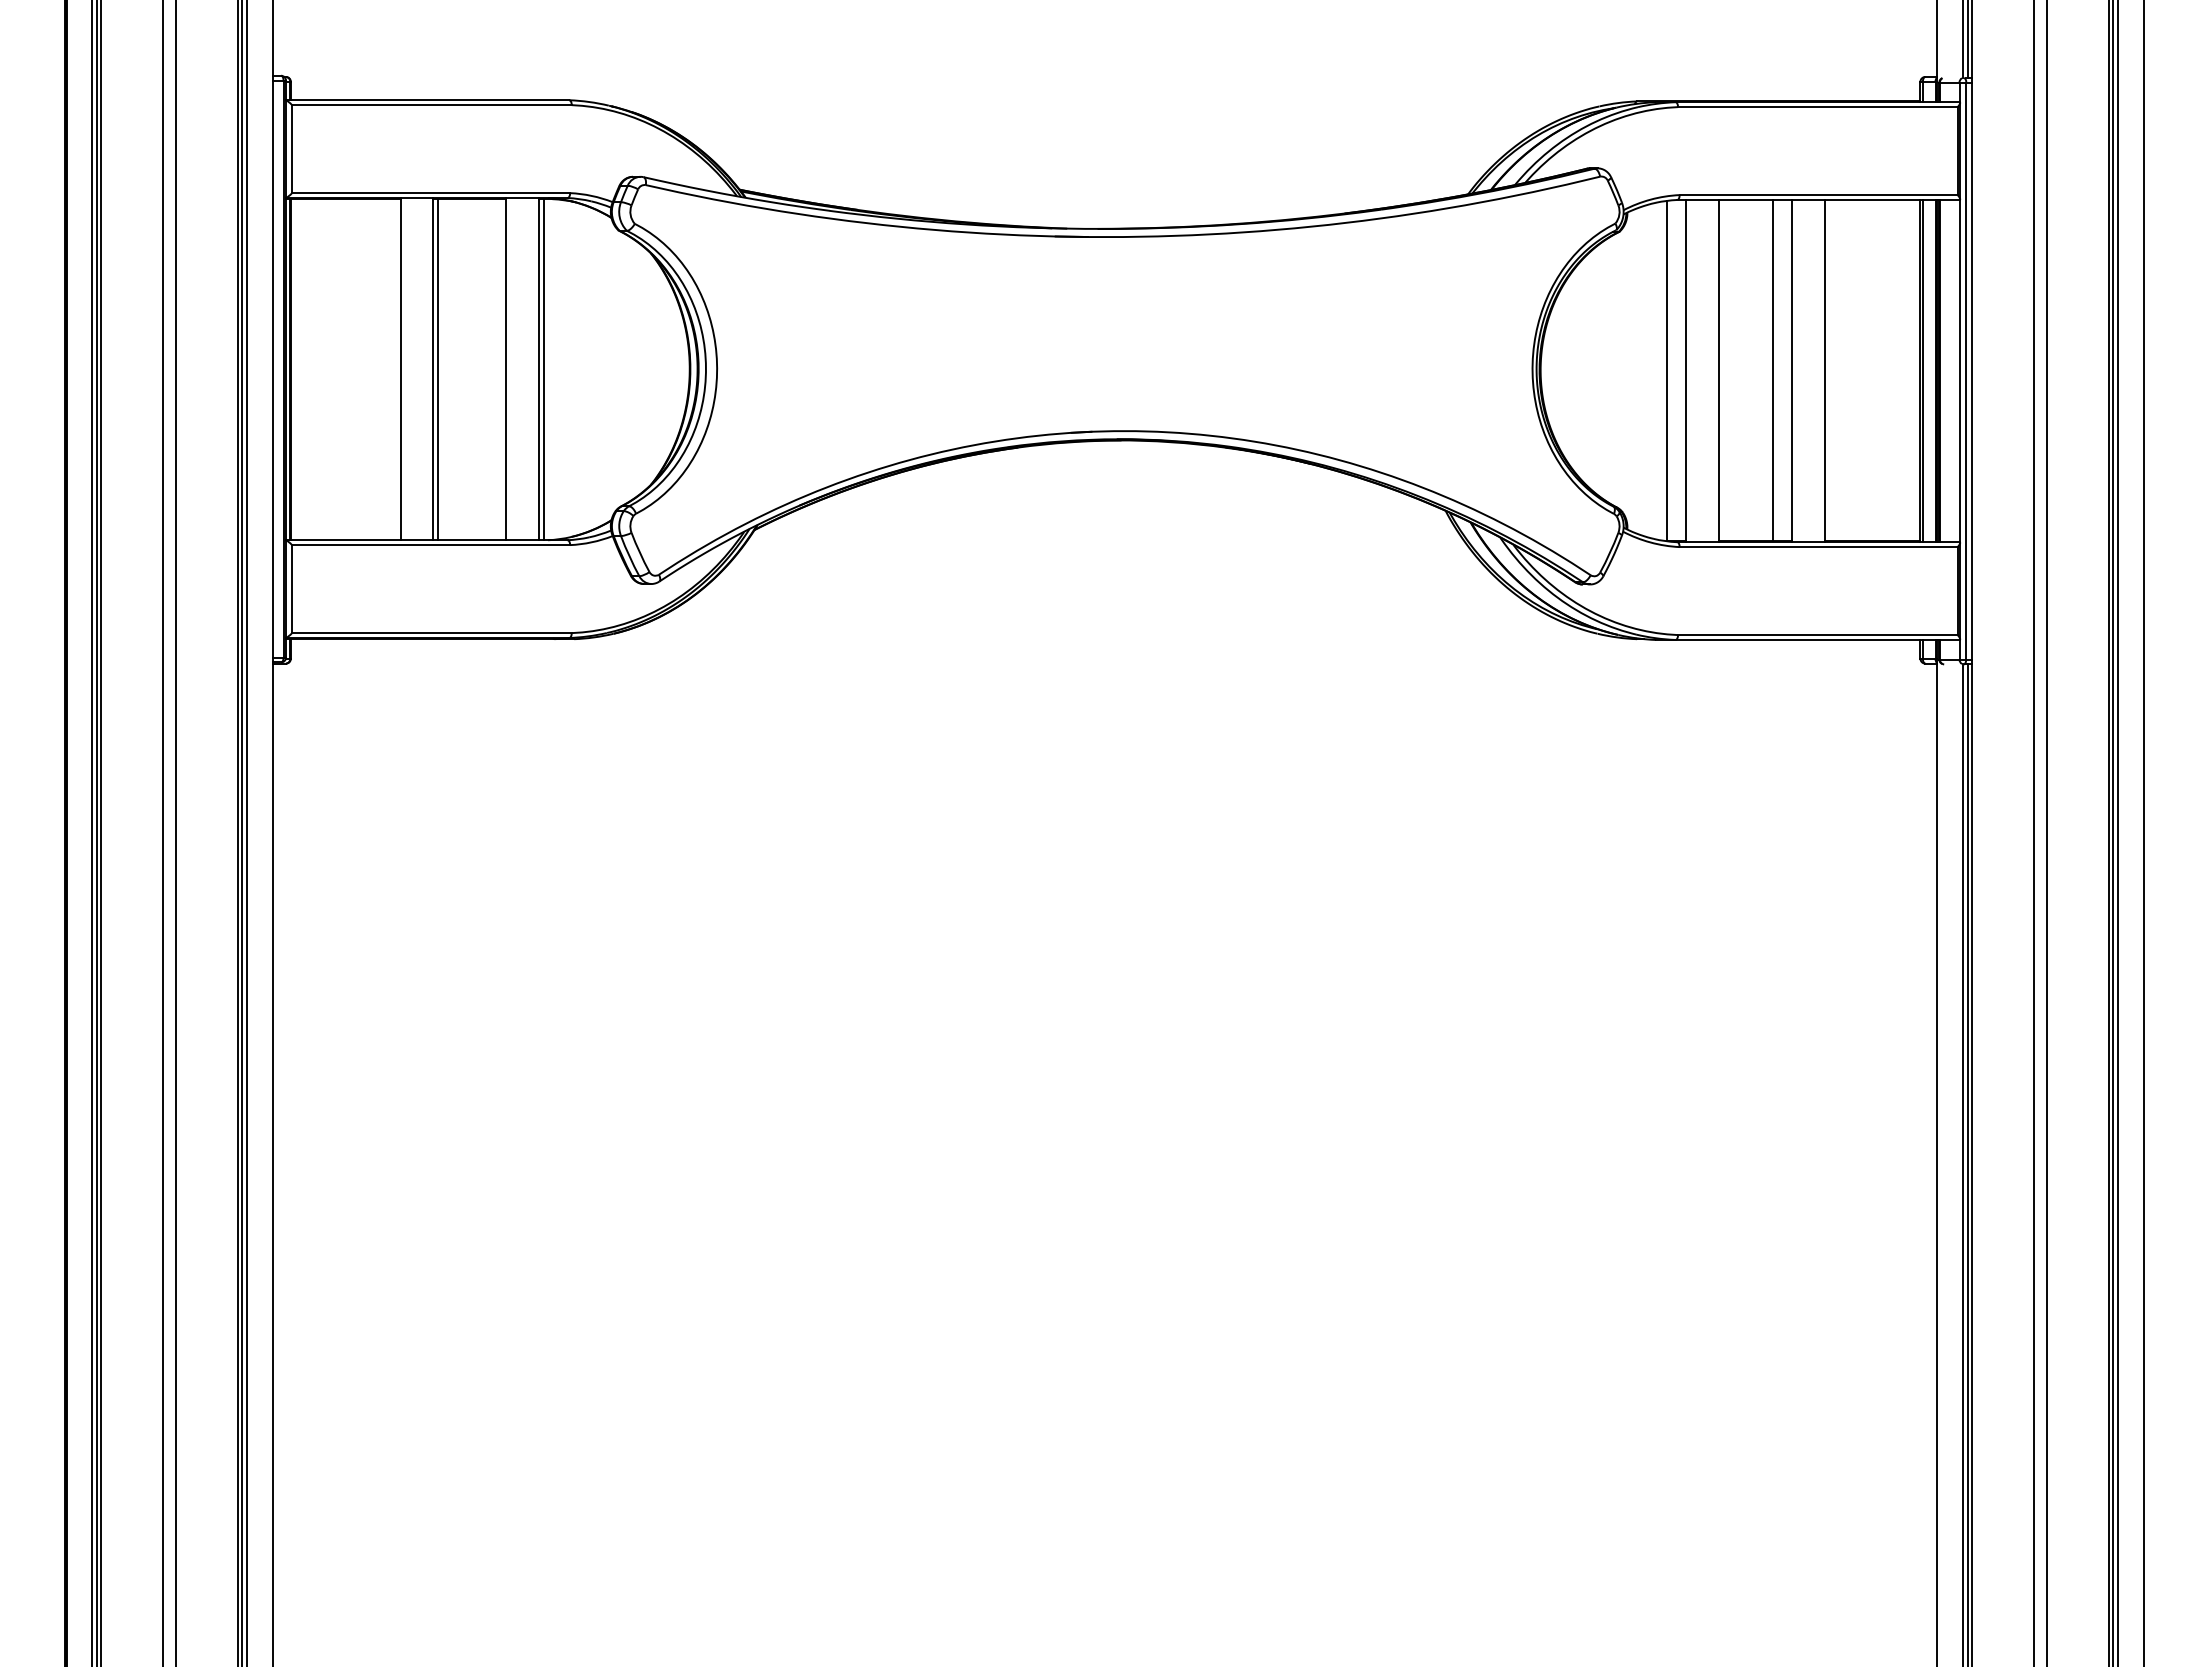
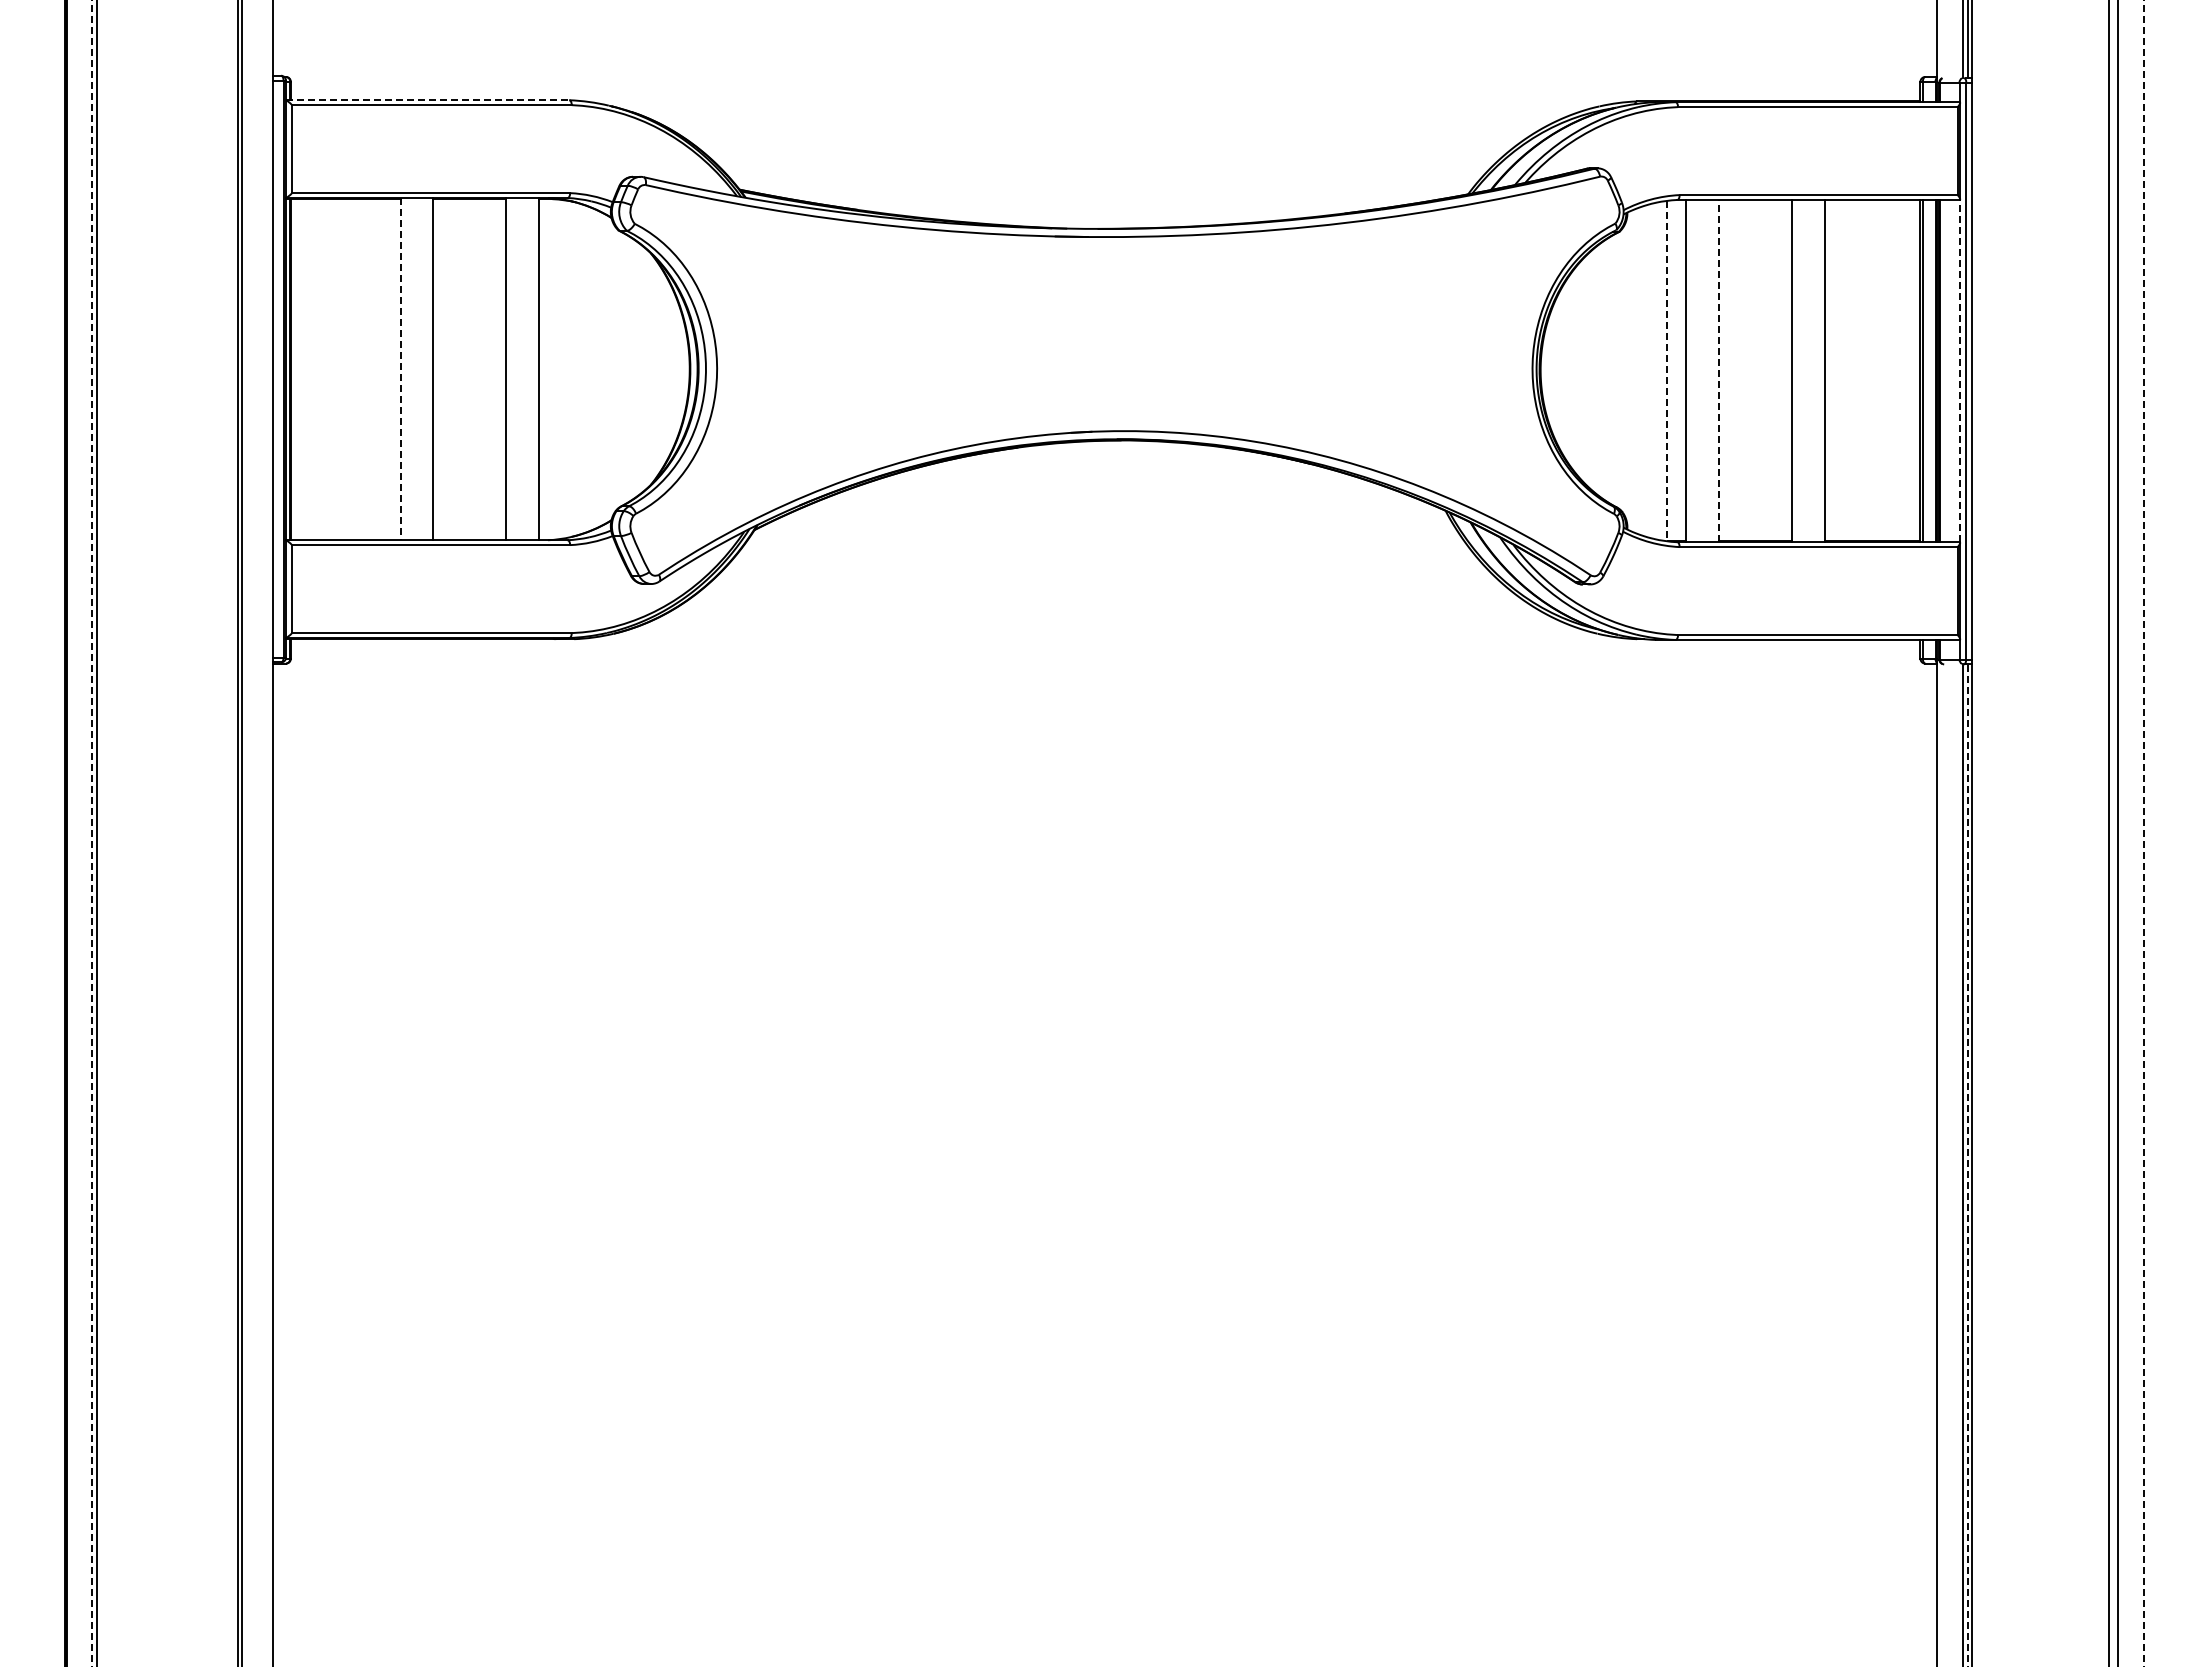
line at (427, 100): solid -> dashed
line at (400, 369): solid -> dashed
line at (438, 369): present -> none
line at (543, 369): present -> none
line at (1718, 370): solid -> dashed
line at (1773, 370): present -> none
line at (1959, 370): solid -> dashed
line at (1667, 371): solid -> dashed
line at (101, 832): present -> none
line at (163, 832): present -> none
line at (176, 832): present -> none
line at (247, 832): present -> none
line at (2033, 832): present -> none
line at (2046, 832): present -> none
line at (2112, 832): present -> none
line at (92, 833): solid -> dashed
line at (2143, 833): solid -> dashed
line at (1967, 1165): solid -> dashed
